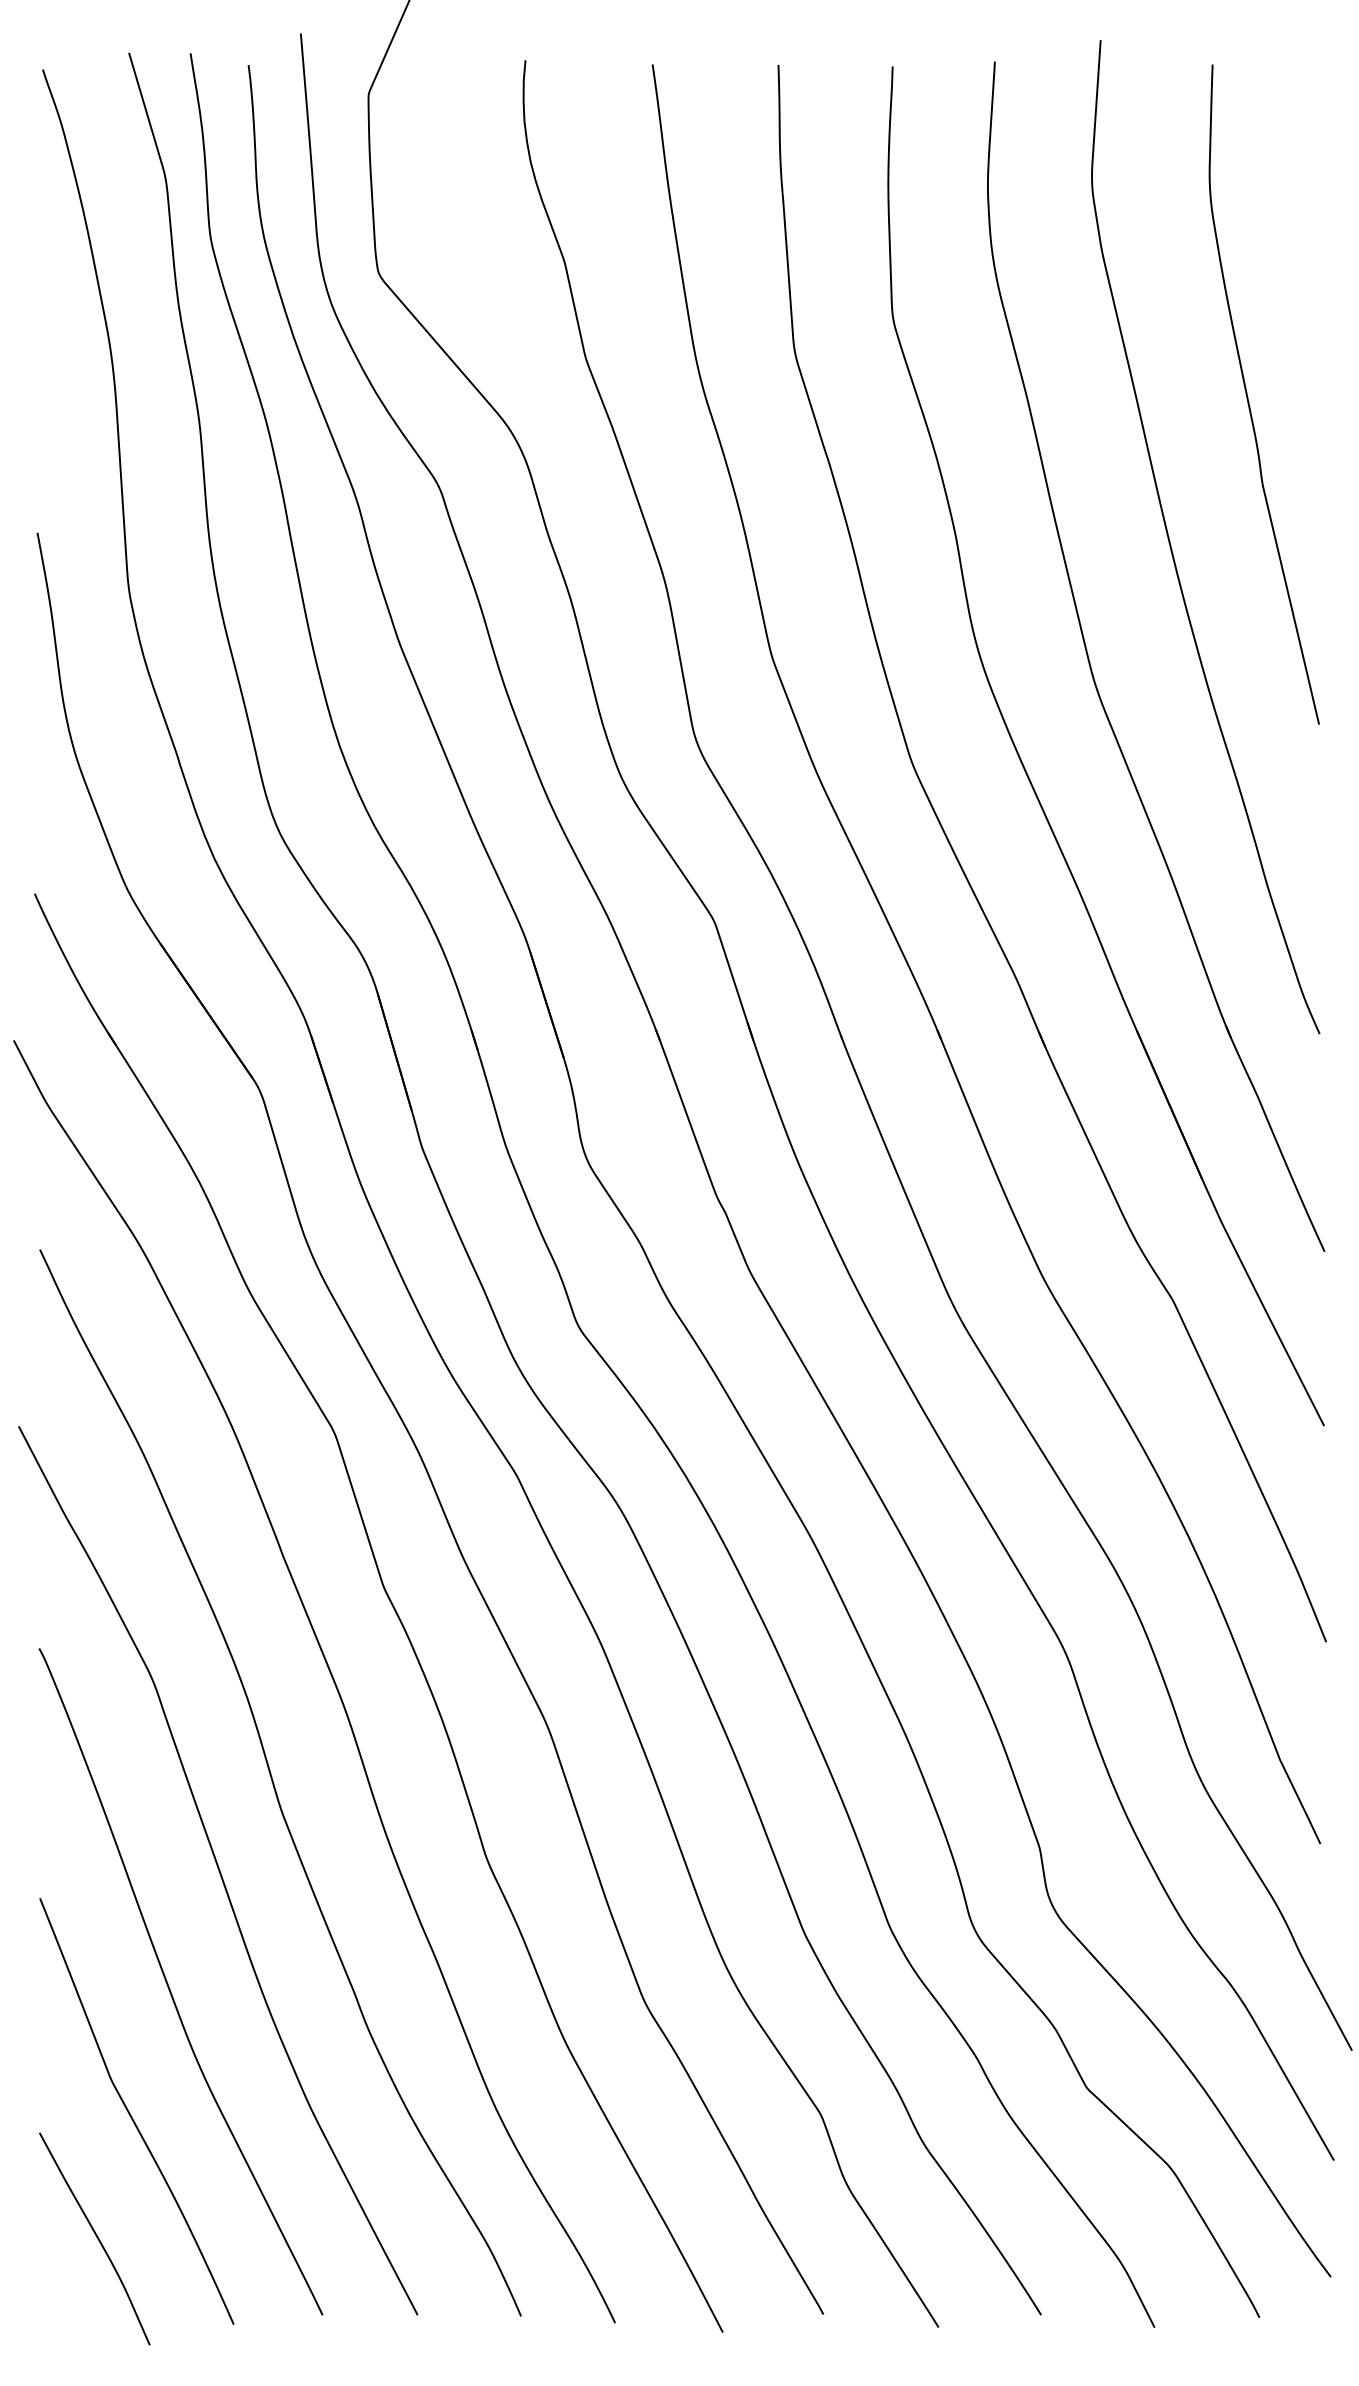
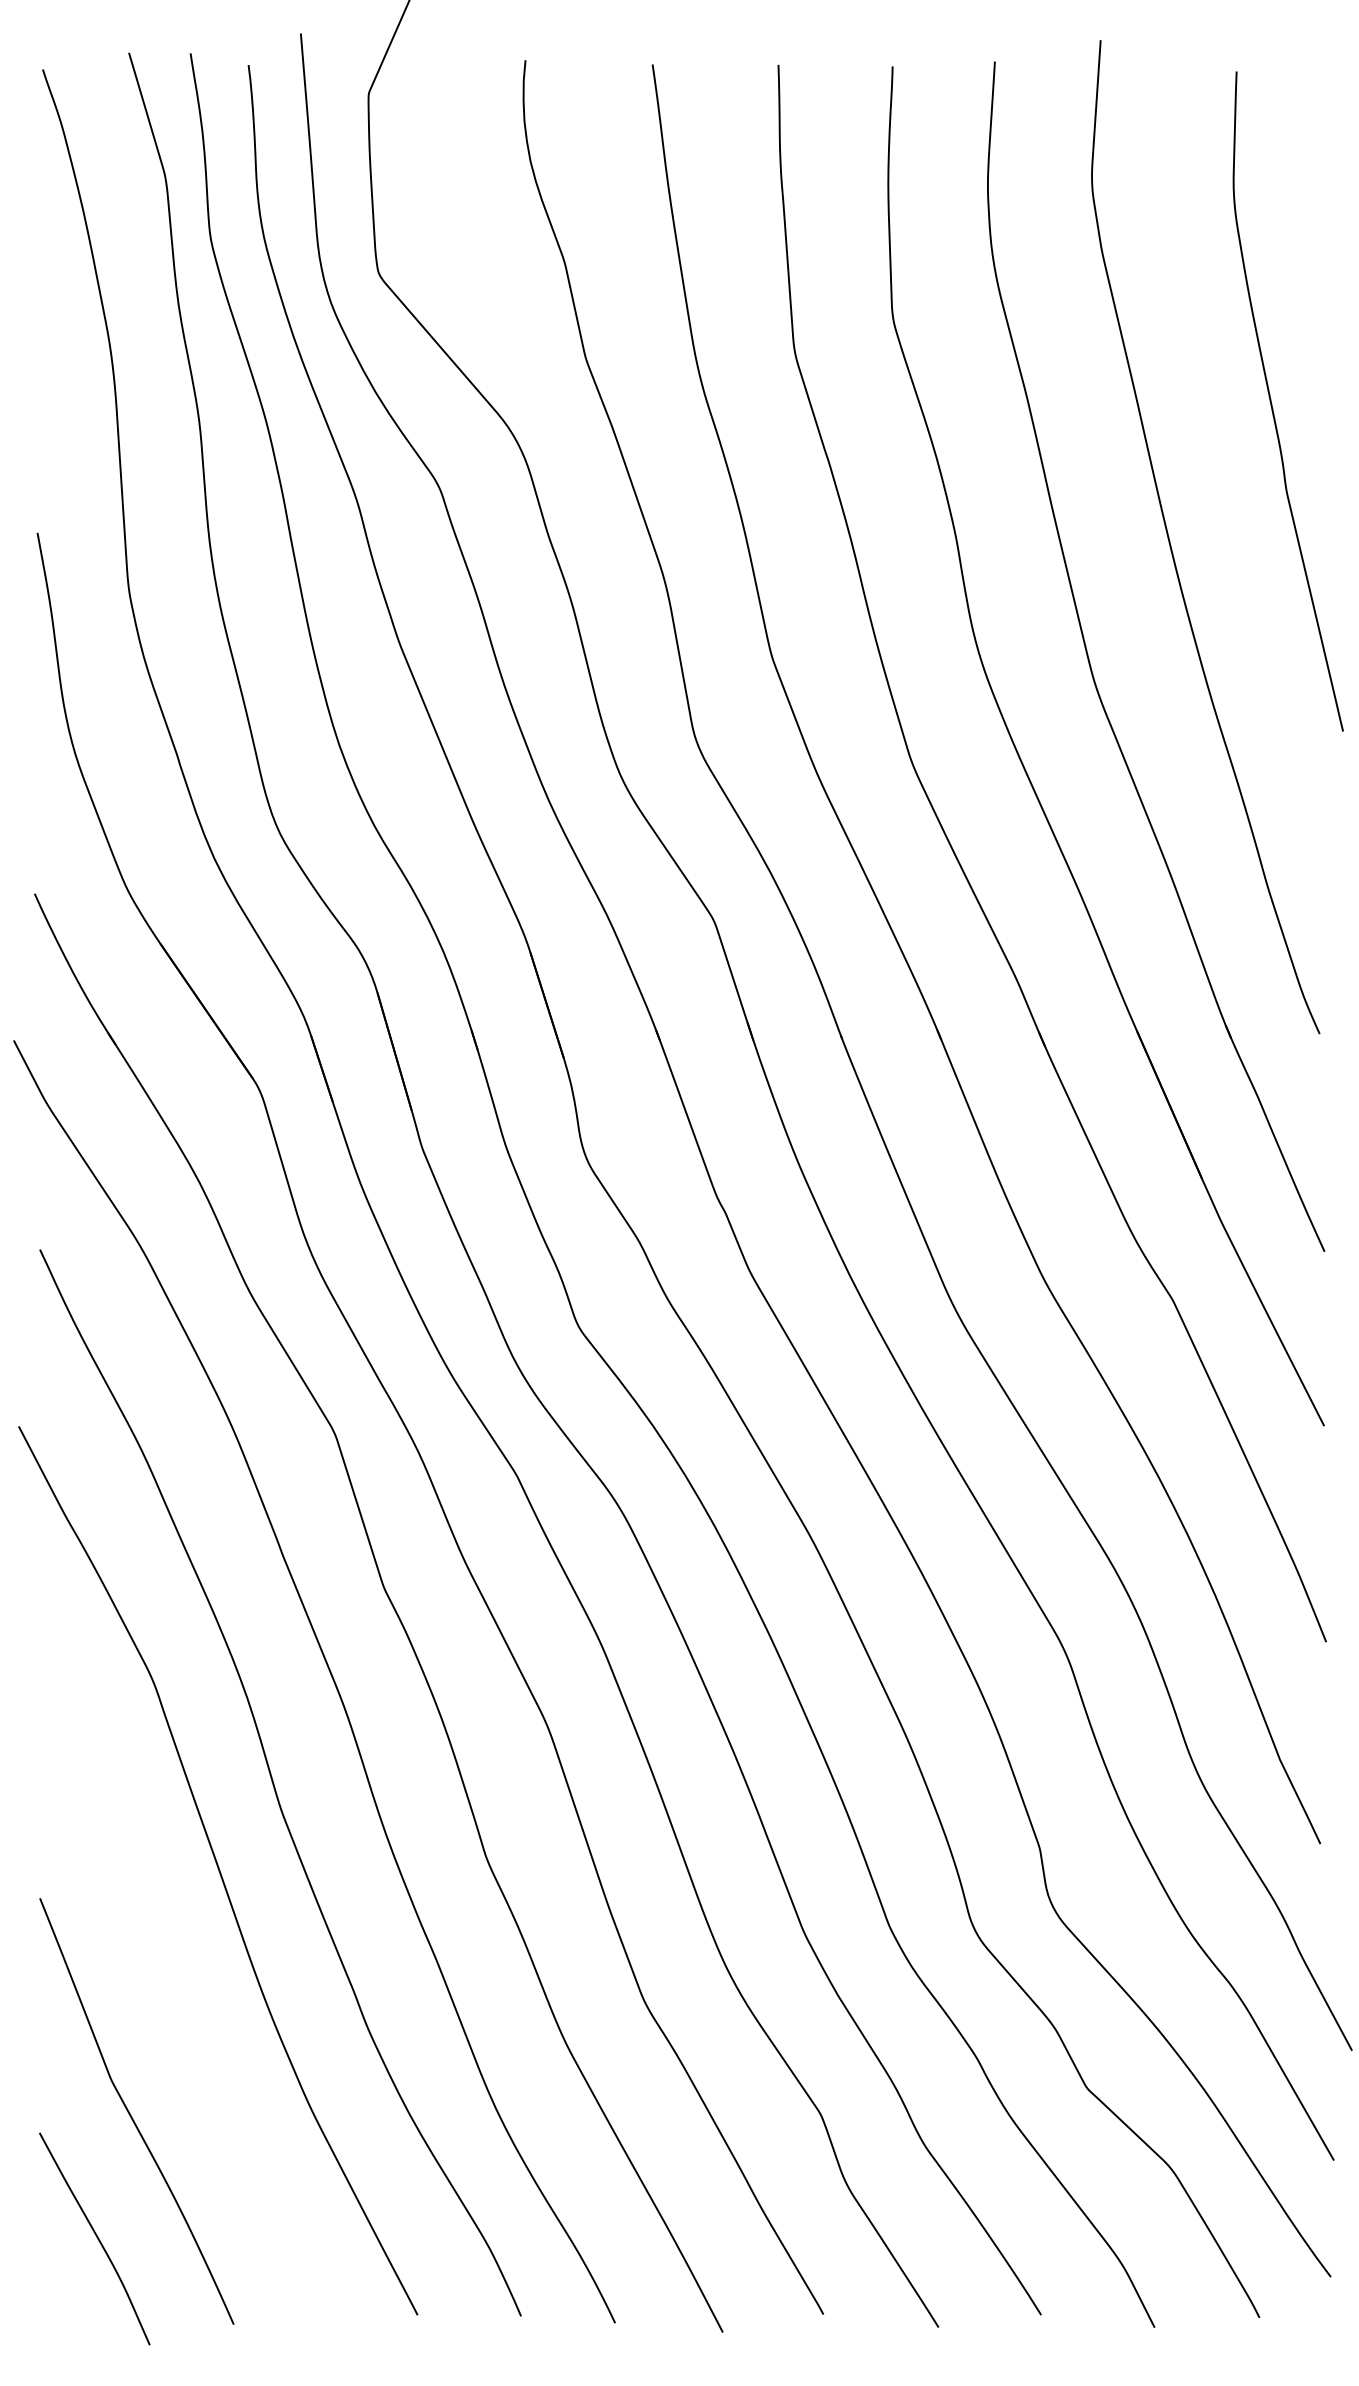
curve at (1248, 396) position: (1248, 396) -> (1272, 403)
curve at (169, 1986): present -> none
